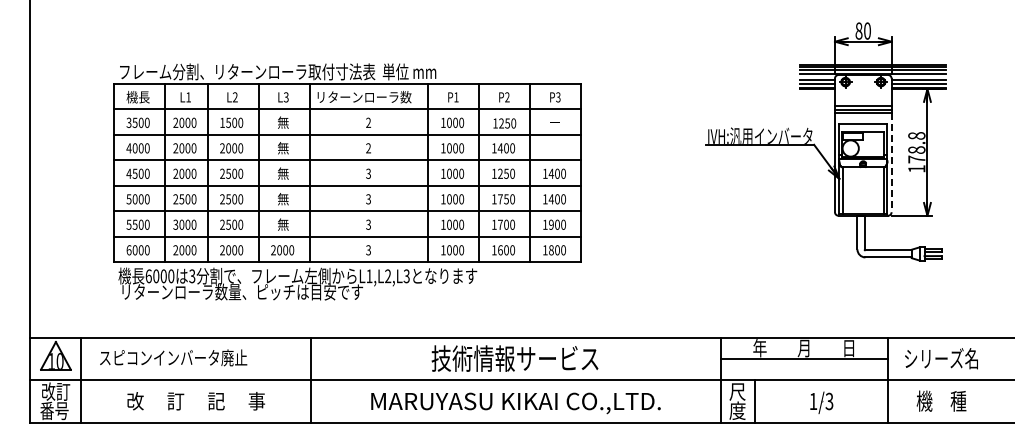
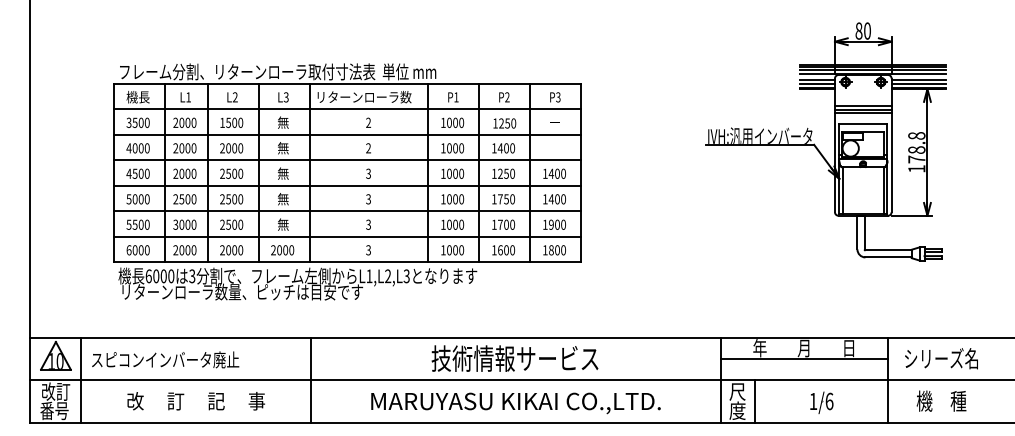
line at (891, 162): dashed -> solid
text at (173, 357) position: (173, 357) -> (165, 359)
text at (829, 401): 1/3 -> 1/6
